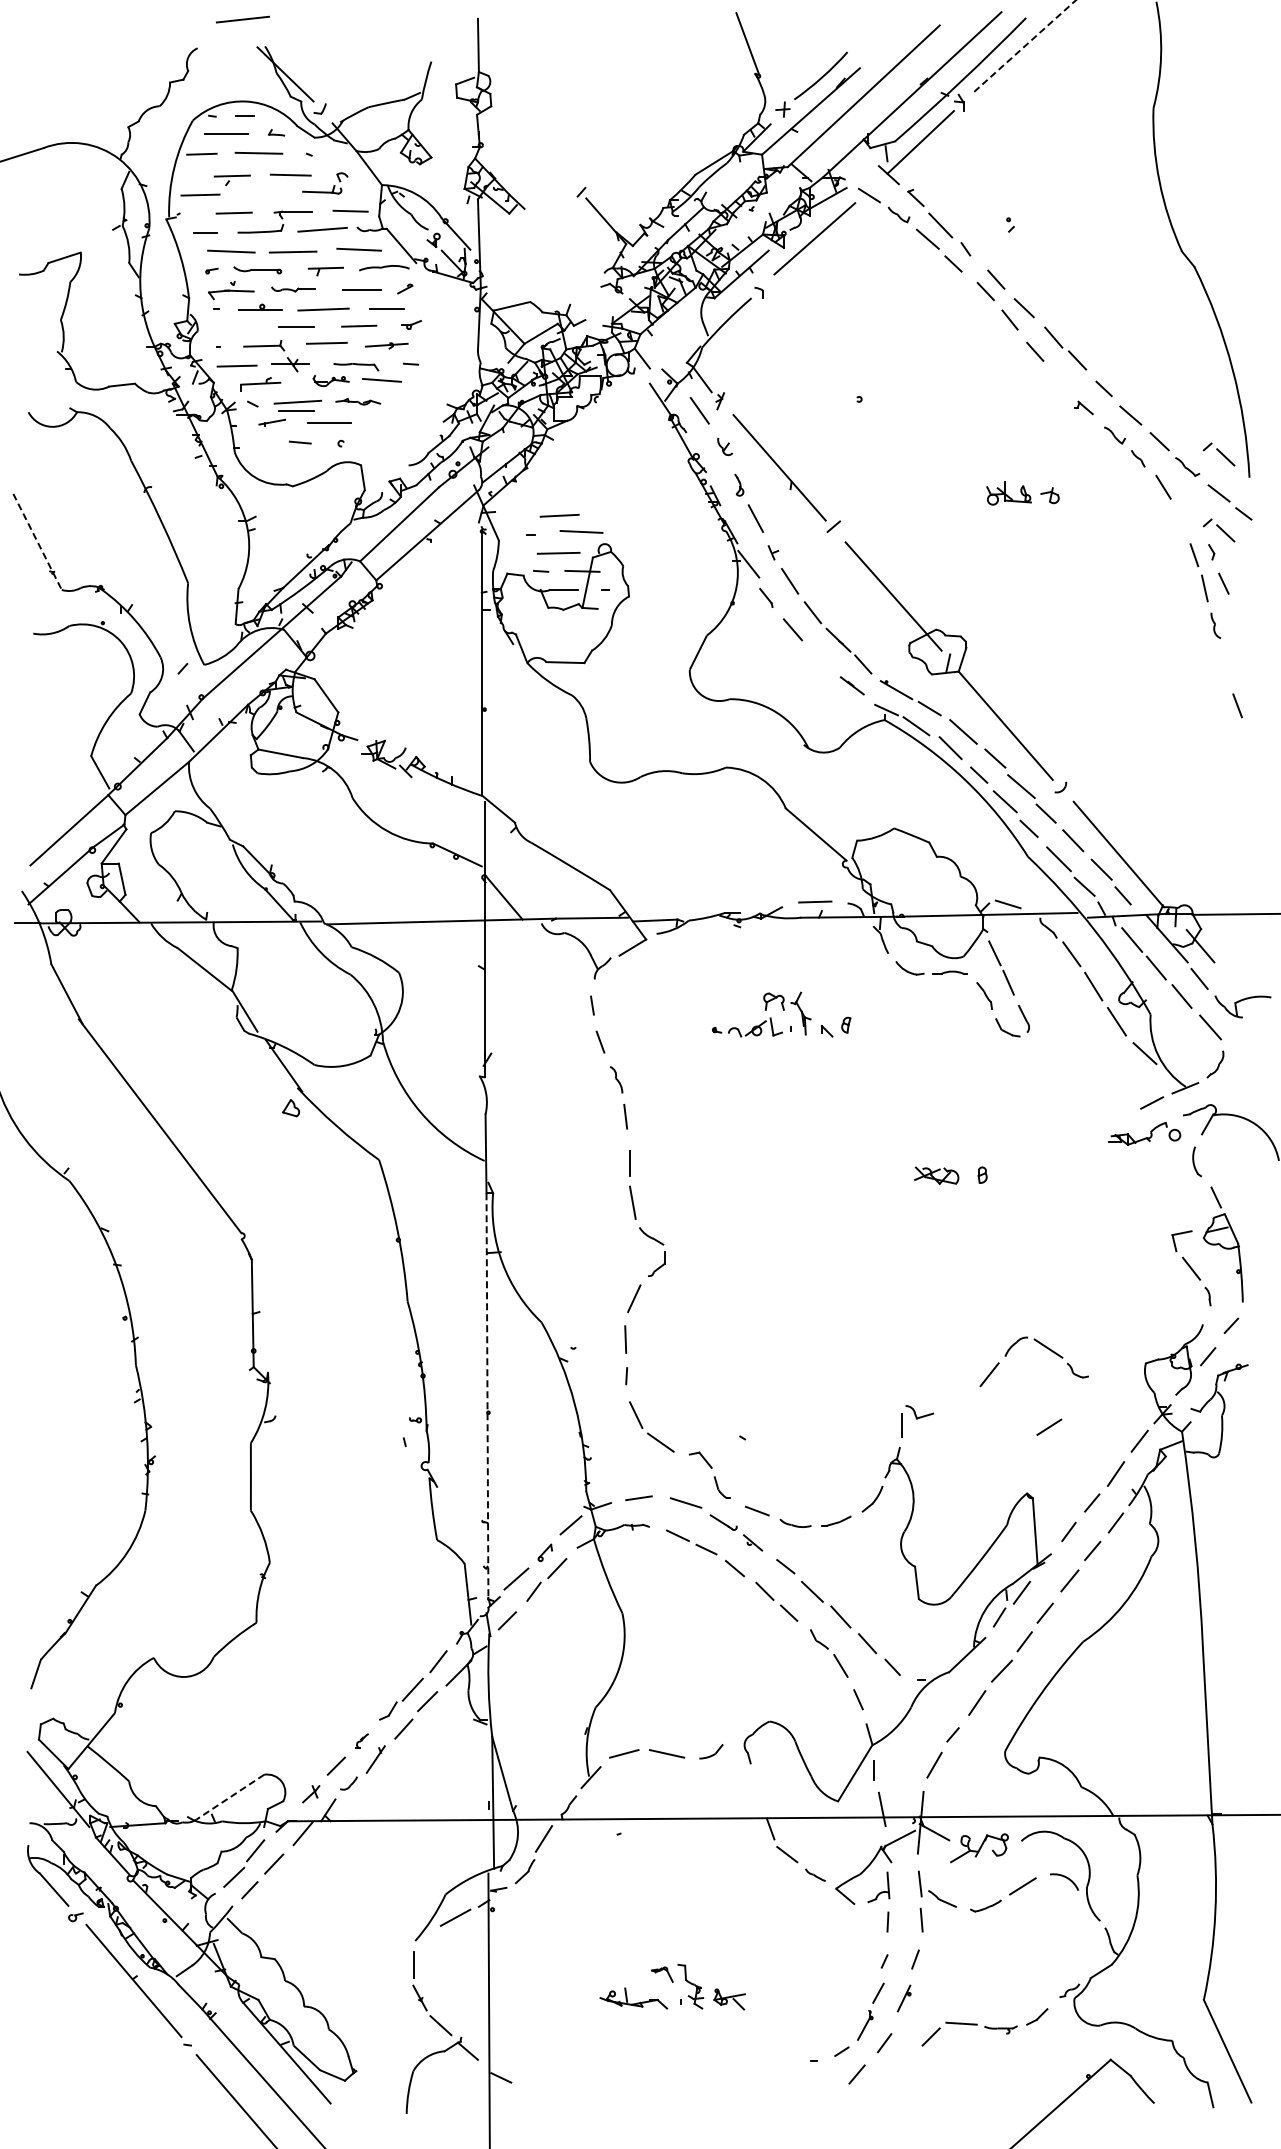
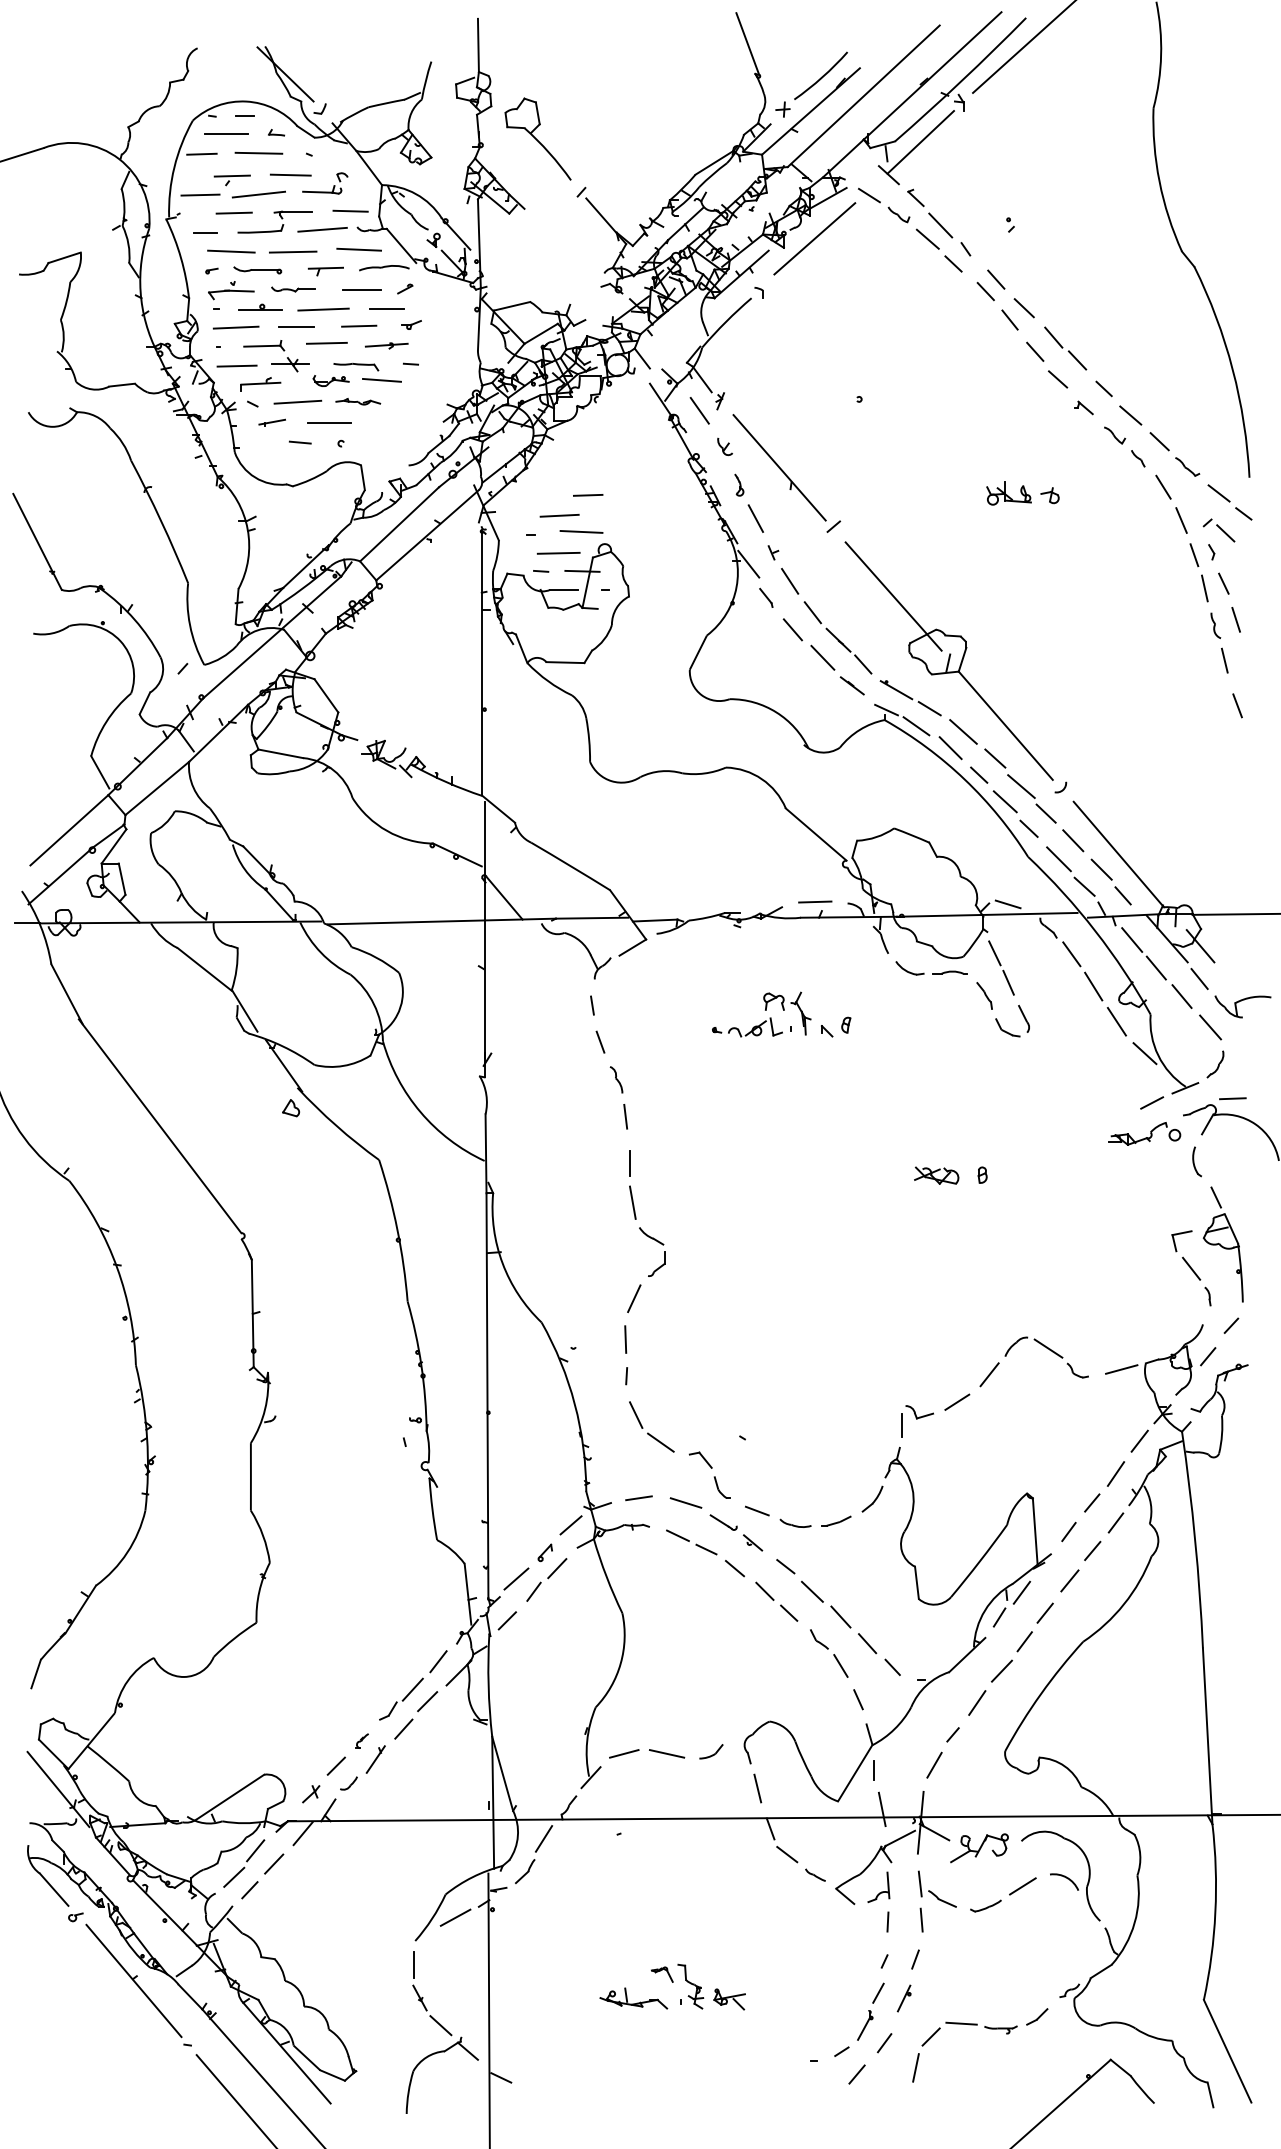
line at (242, 19) position: (242, 19) -> (258, 194)
line at (1024, 46): dashed -> solid
part at (537, 138): none -> present
line at (235, 327): none -> present
line at (1058, 379): none -> present
line at (296, 410): present -> none
part at (1218, 454): present -> none
line at (588, 495): none -> present
line at (1181, 520): none -> present
line at (37, 541): dashed -> solid
line at (1236, 619): none -> present
line at (822, 657): none -> present
line at (1224, 660): none -> present
line at (1232, 1098): none -> present
line at (1121, 1369): none -> present
line at (487, 1396): dashed -> solid
line at (1049, 1426) position: (1049, 1426) -> (957, 1401)
line at (757, 1788): none -> present
line at (230, 1797): dashed -> solid
line at (915, 2067): none -> present
